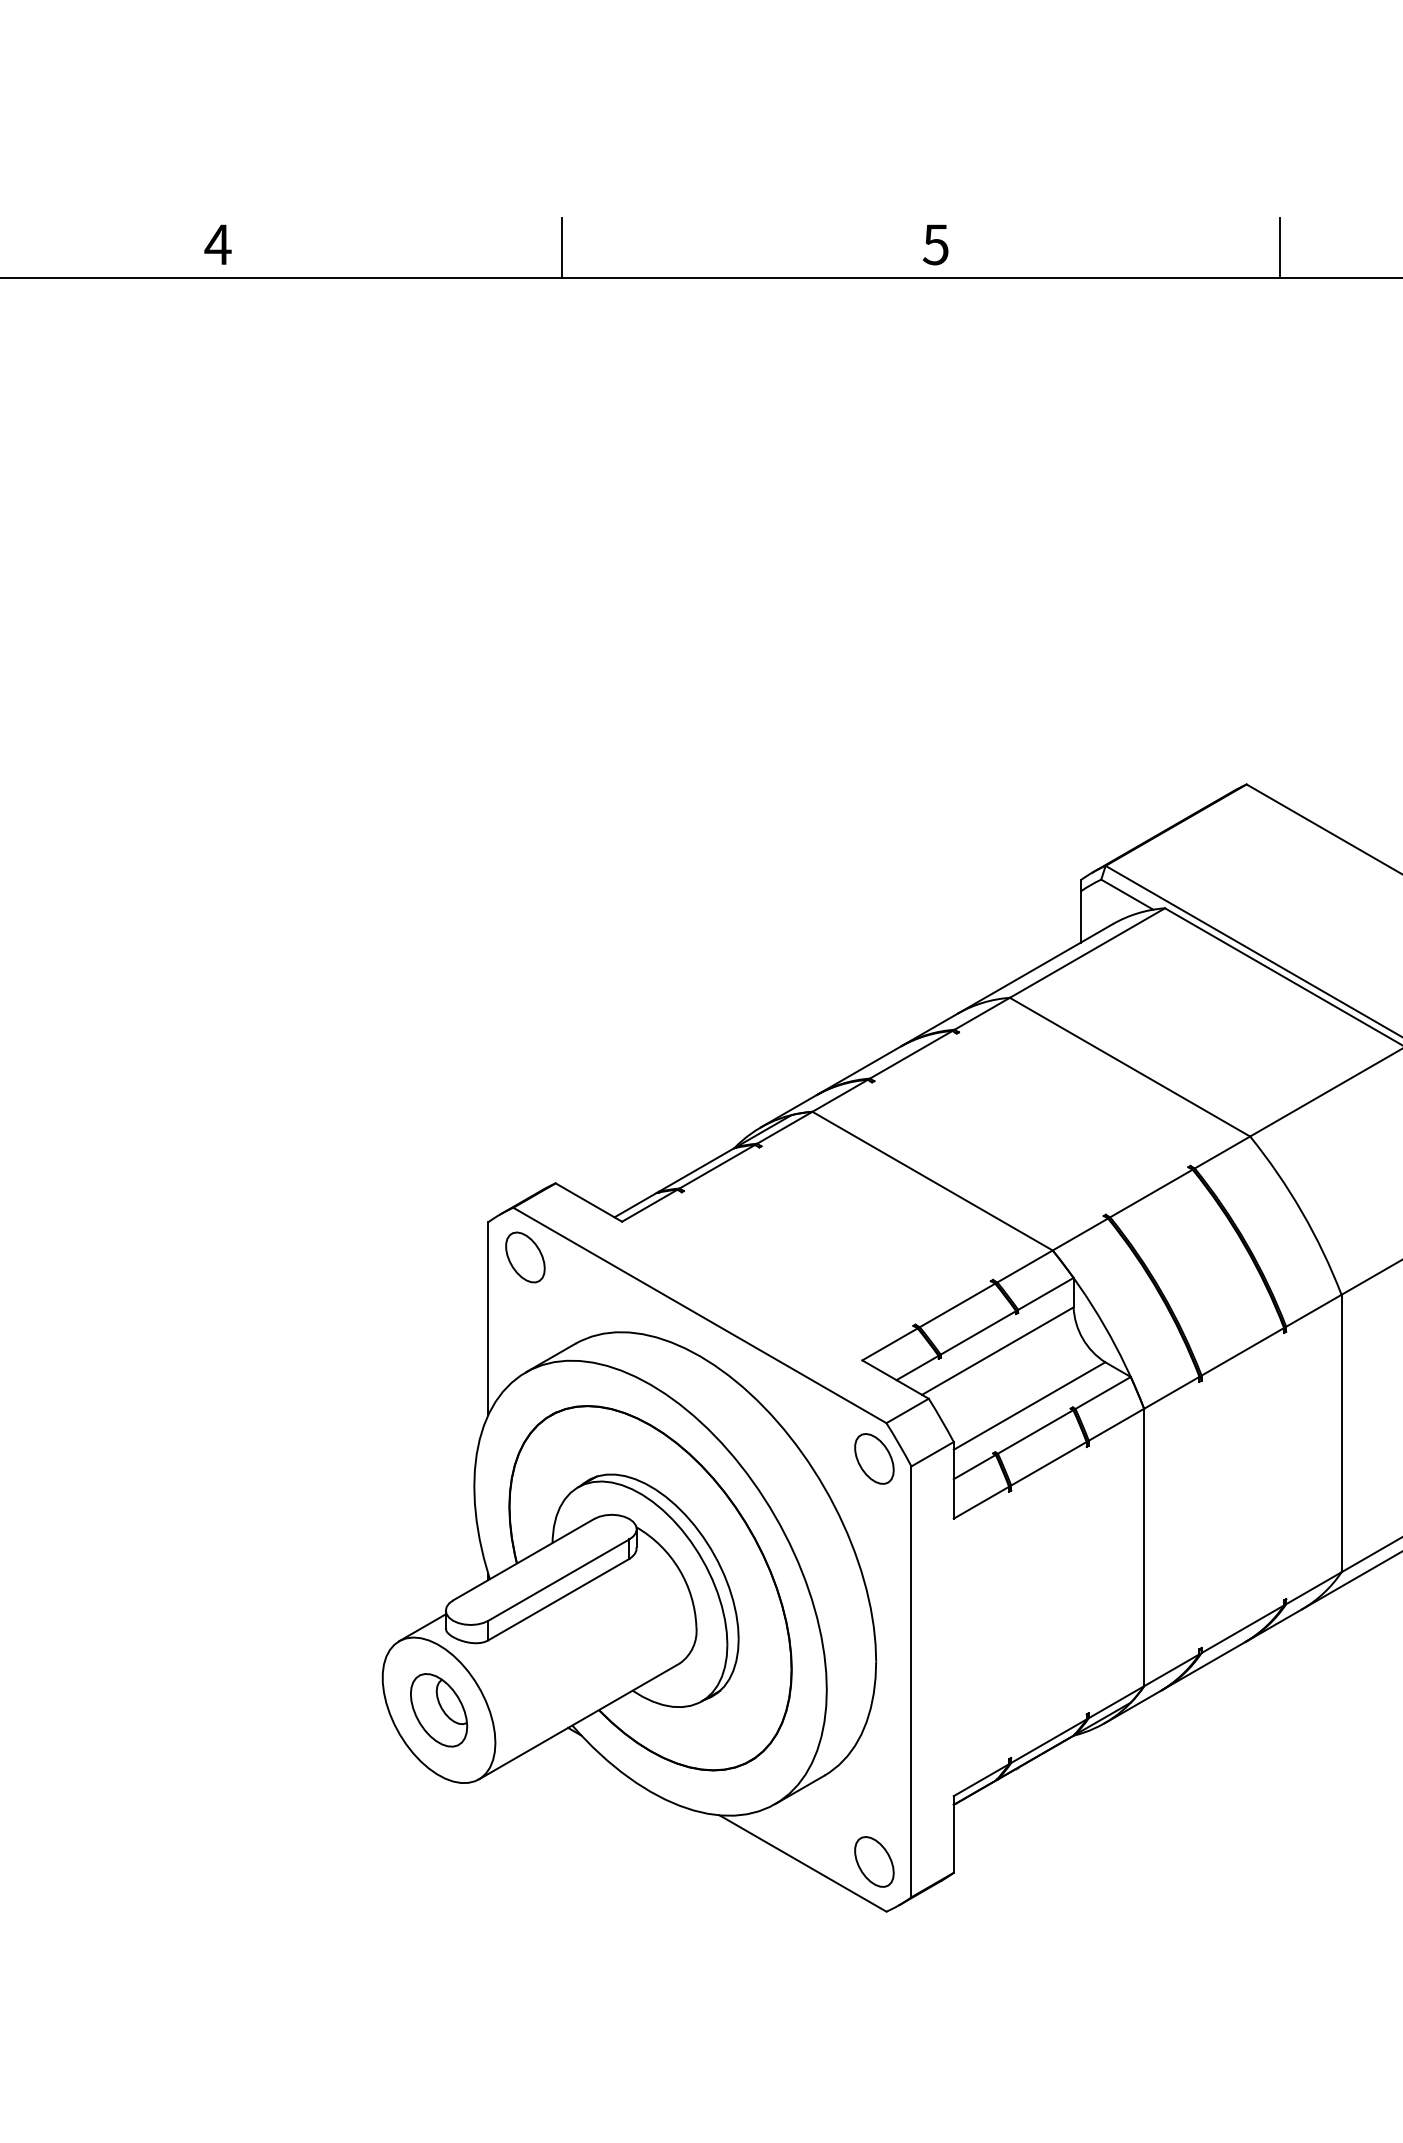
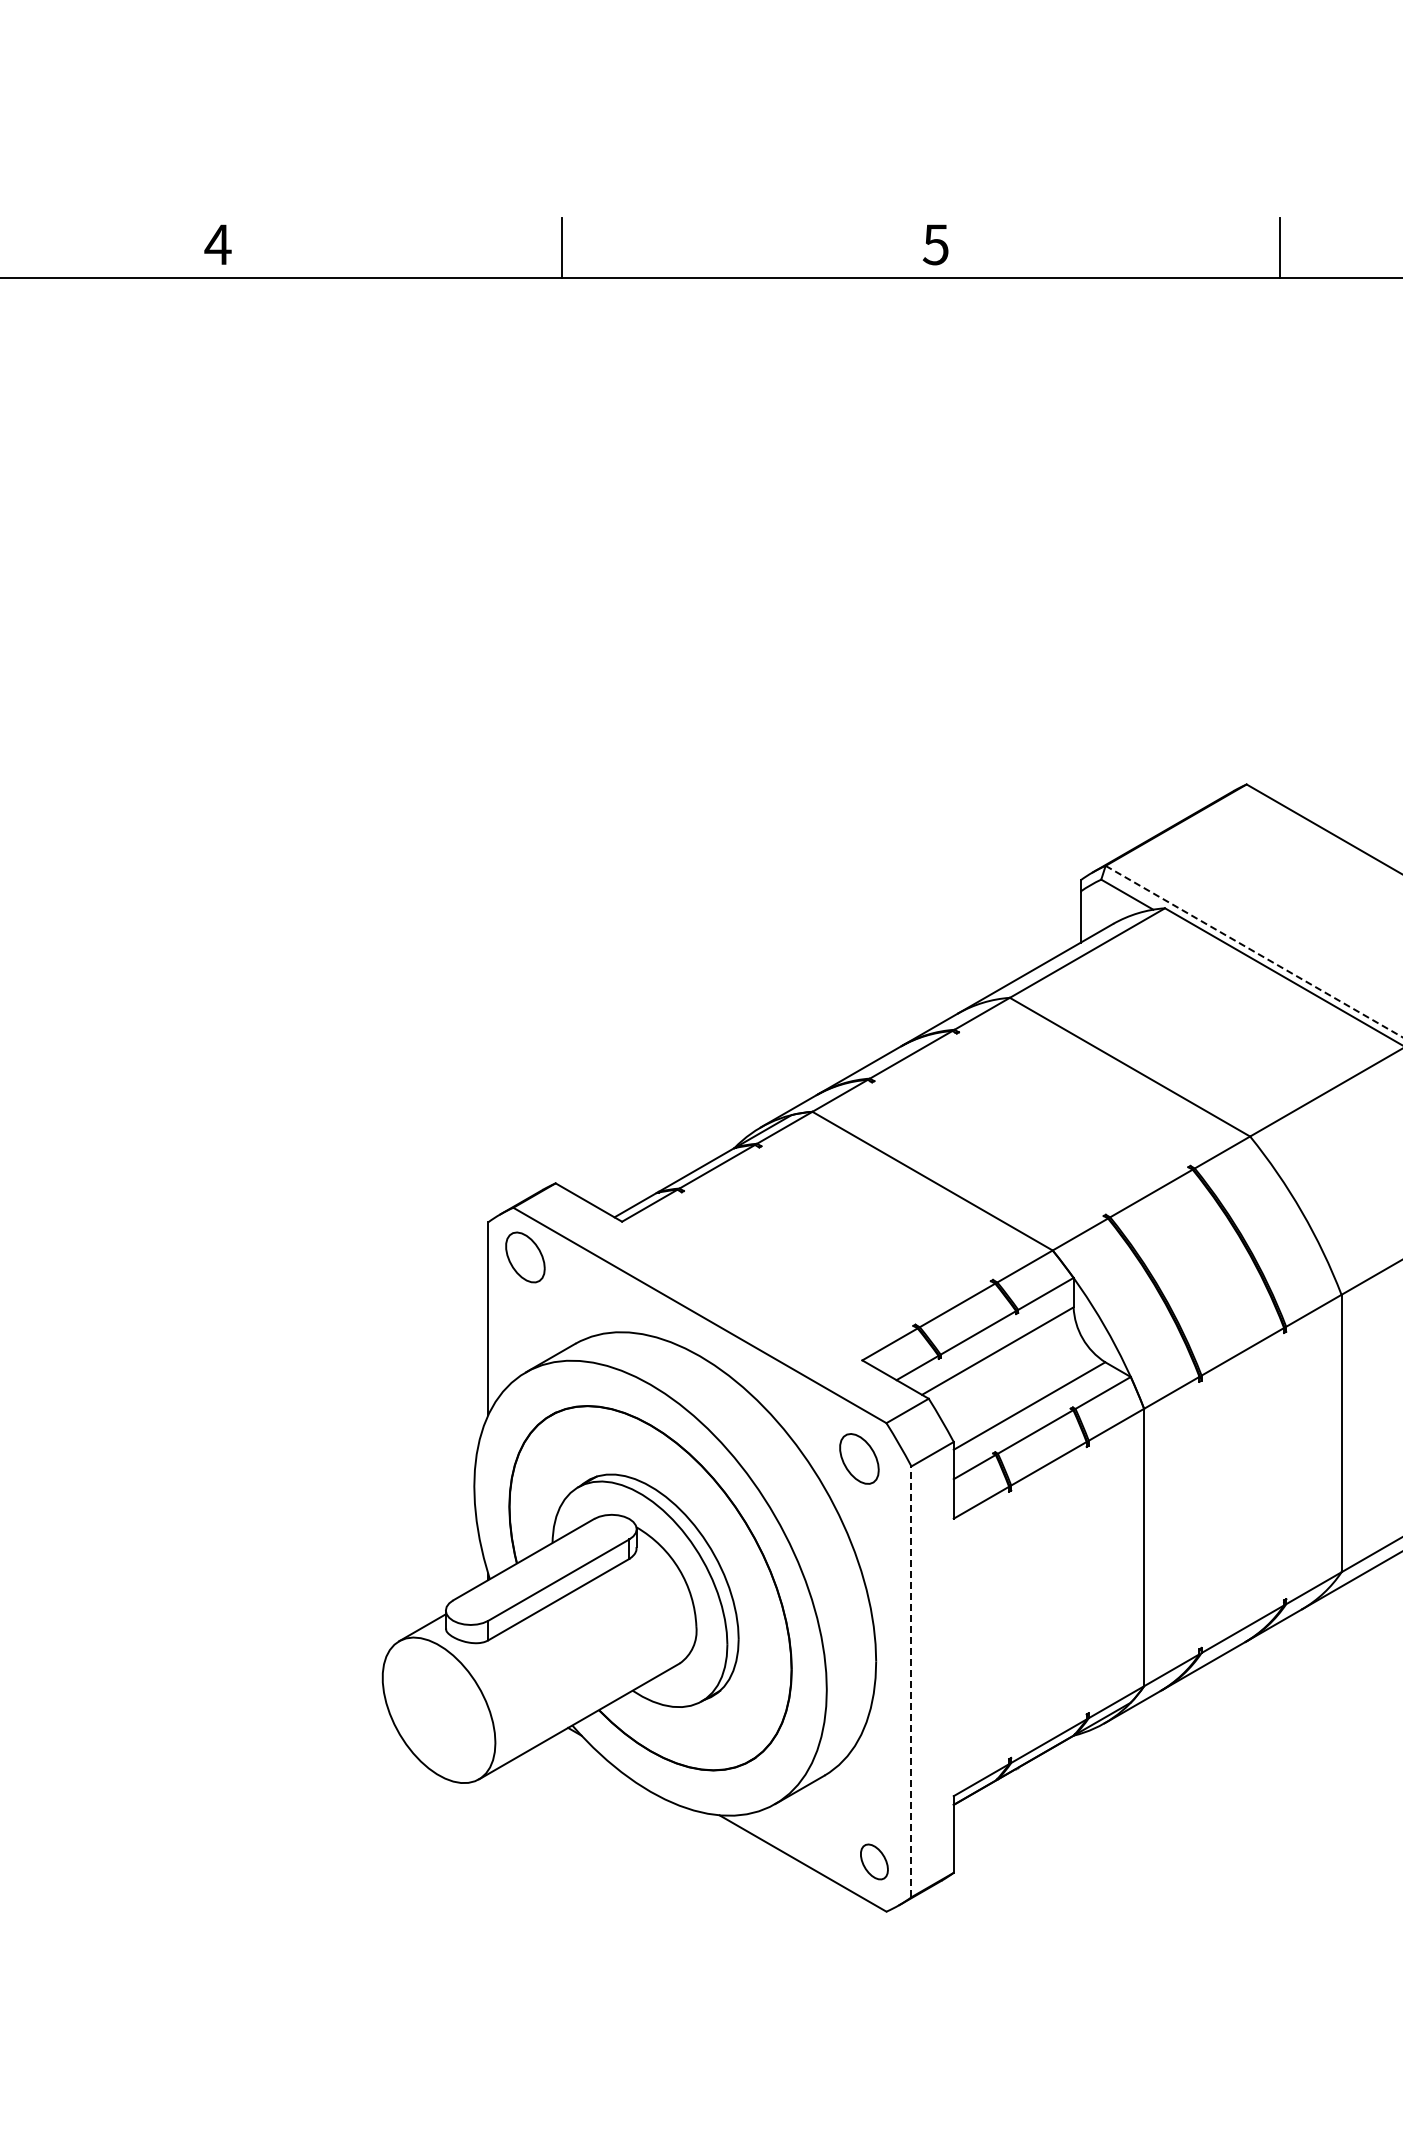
line at (1254, 951): solid -> dashed
part at (874, 1458) position: (874, 1458) -> (859, 1458)
line at (911, 1681): solid -> dashed
part at (439, 1710): present -> none
part at (874, 1861) size: 41x52 px -> 29x38 px
